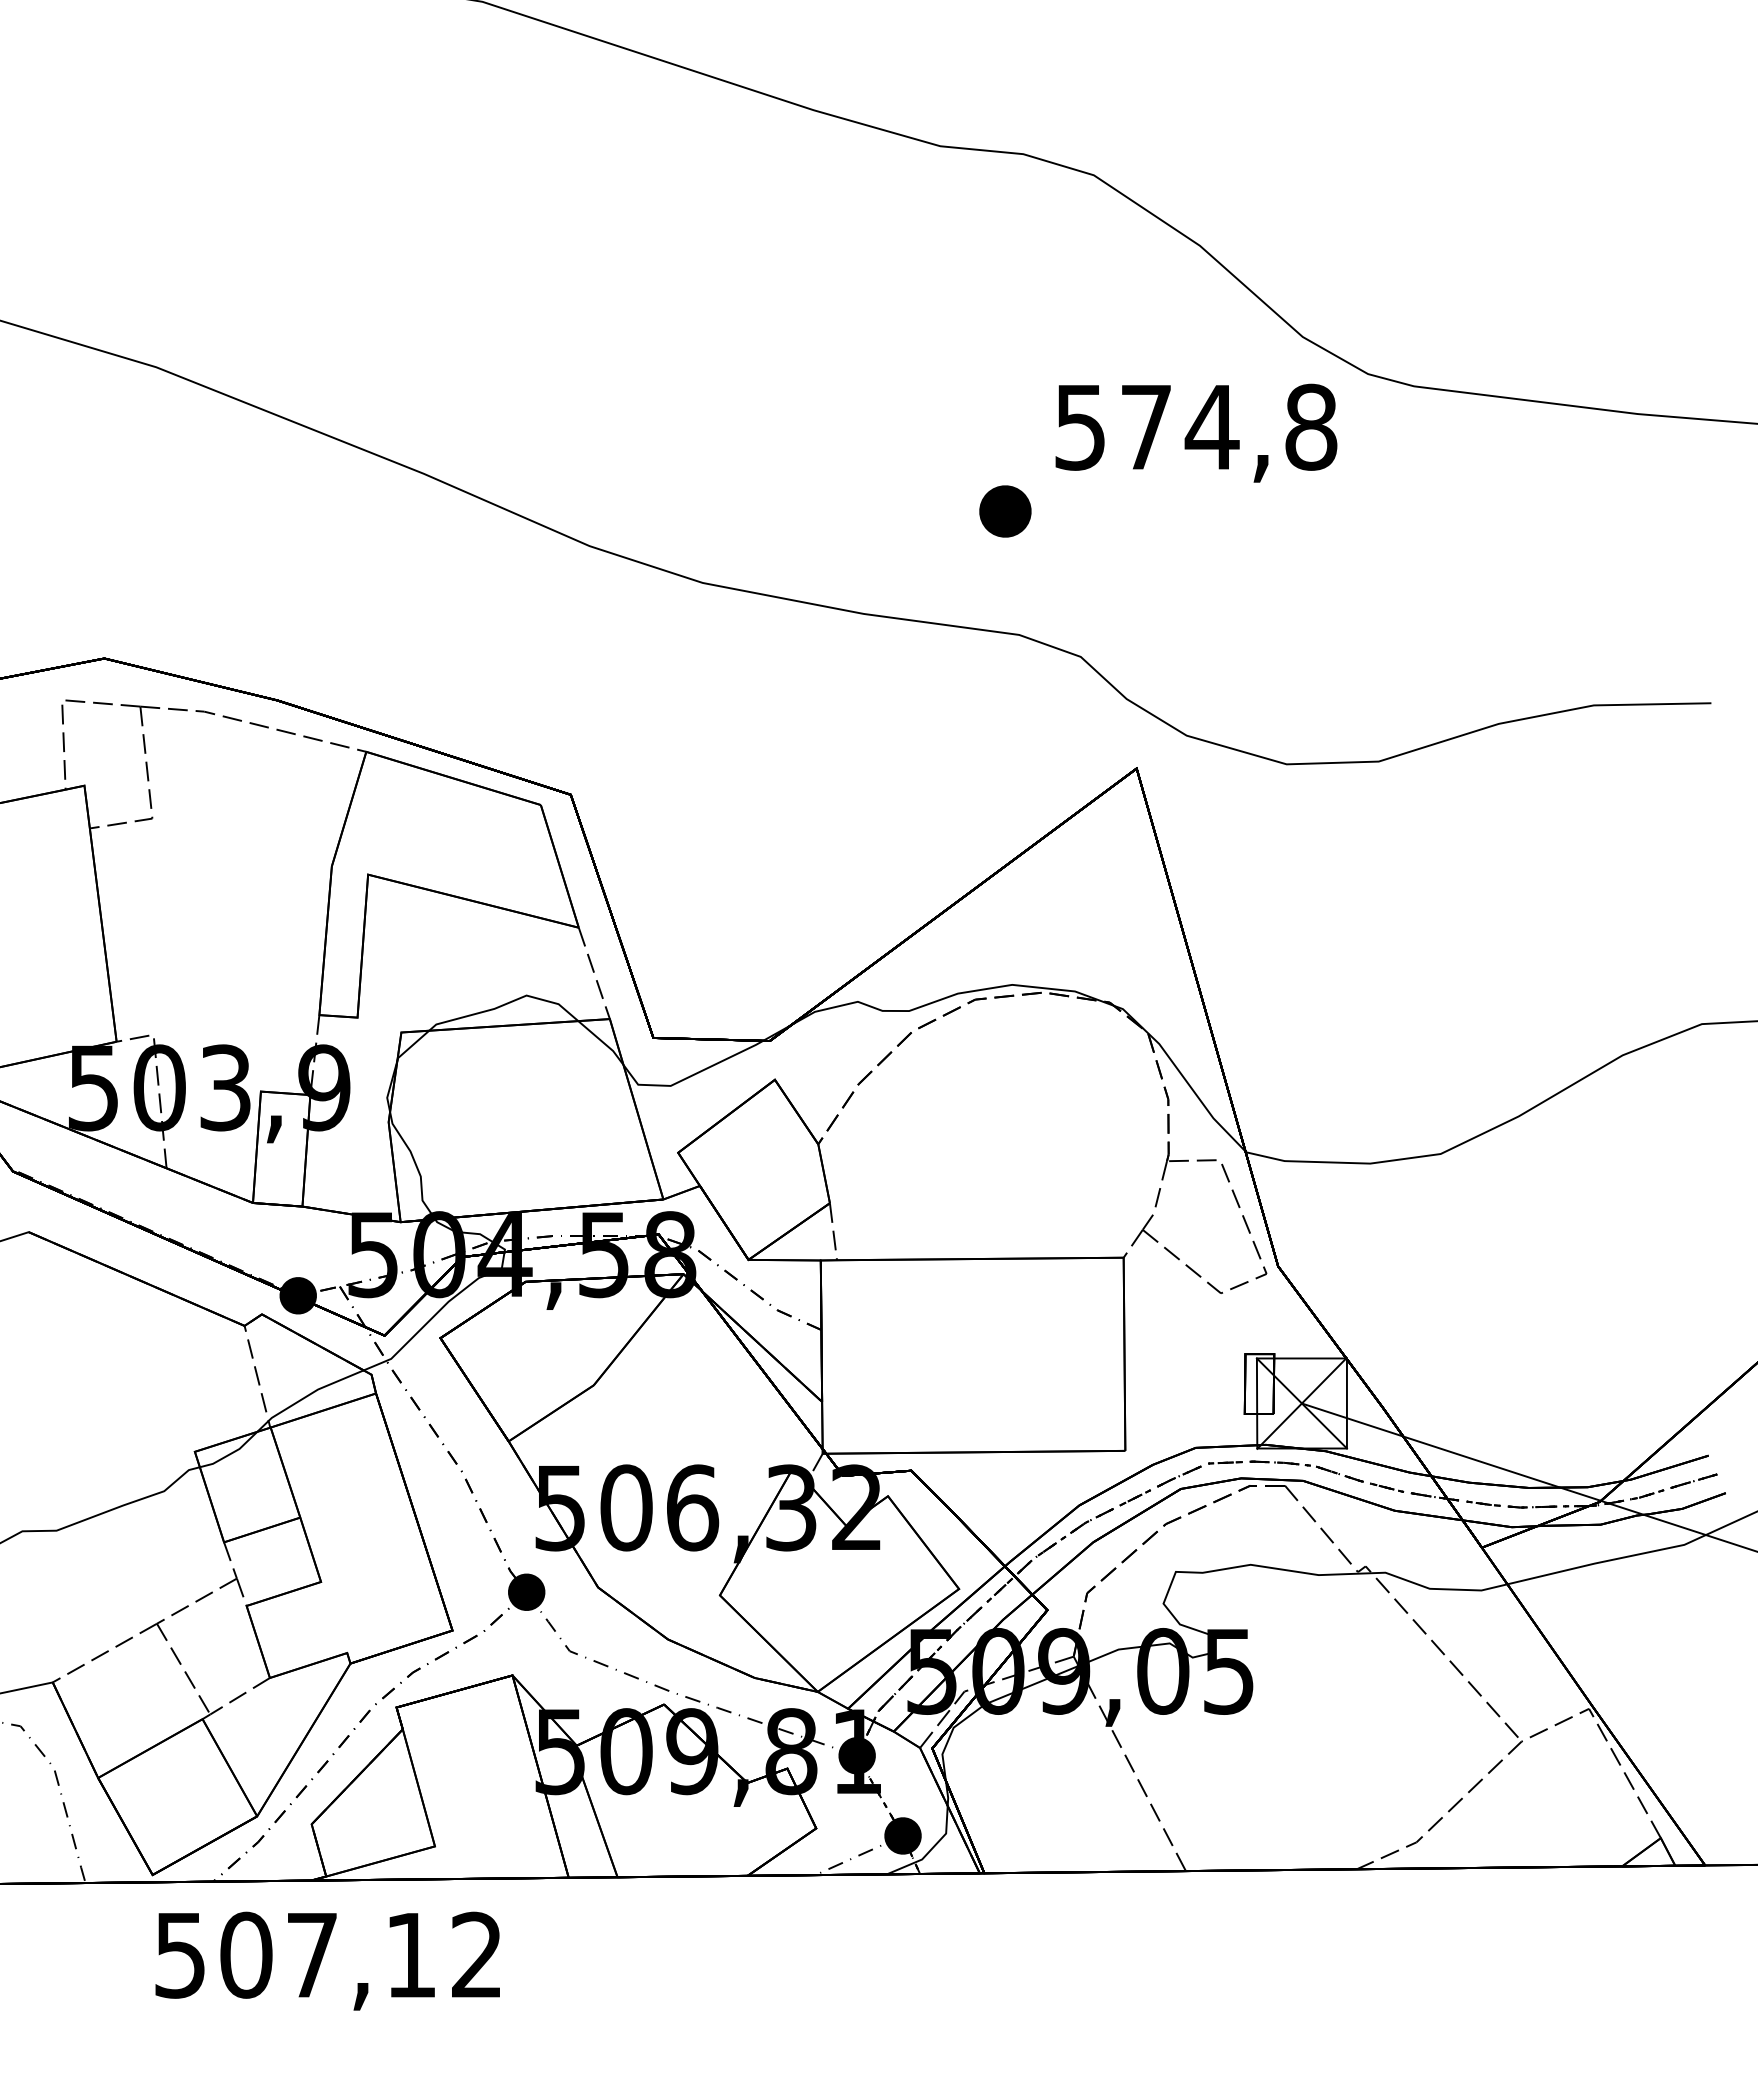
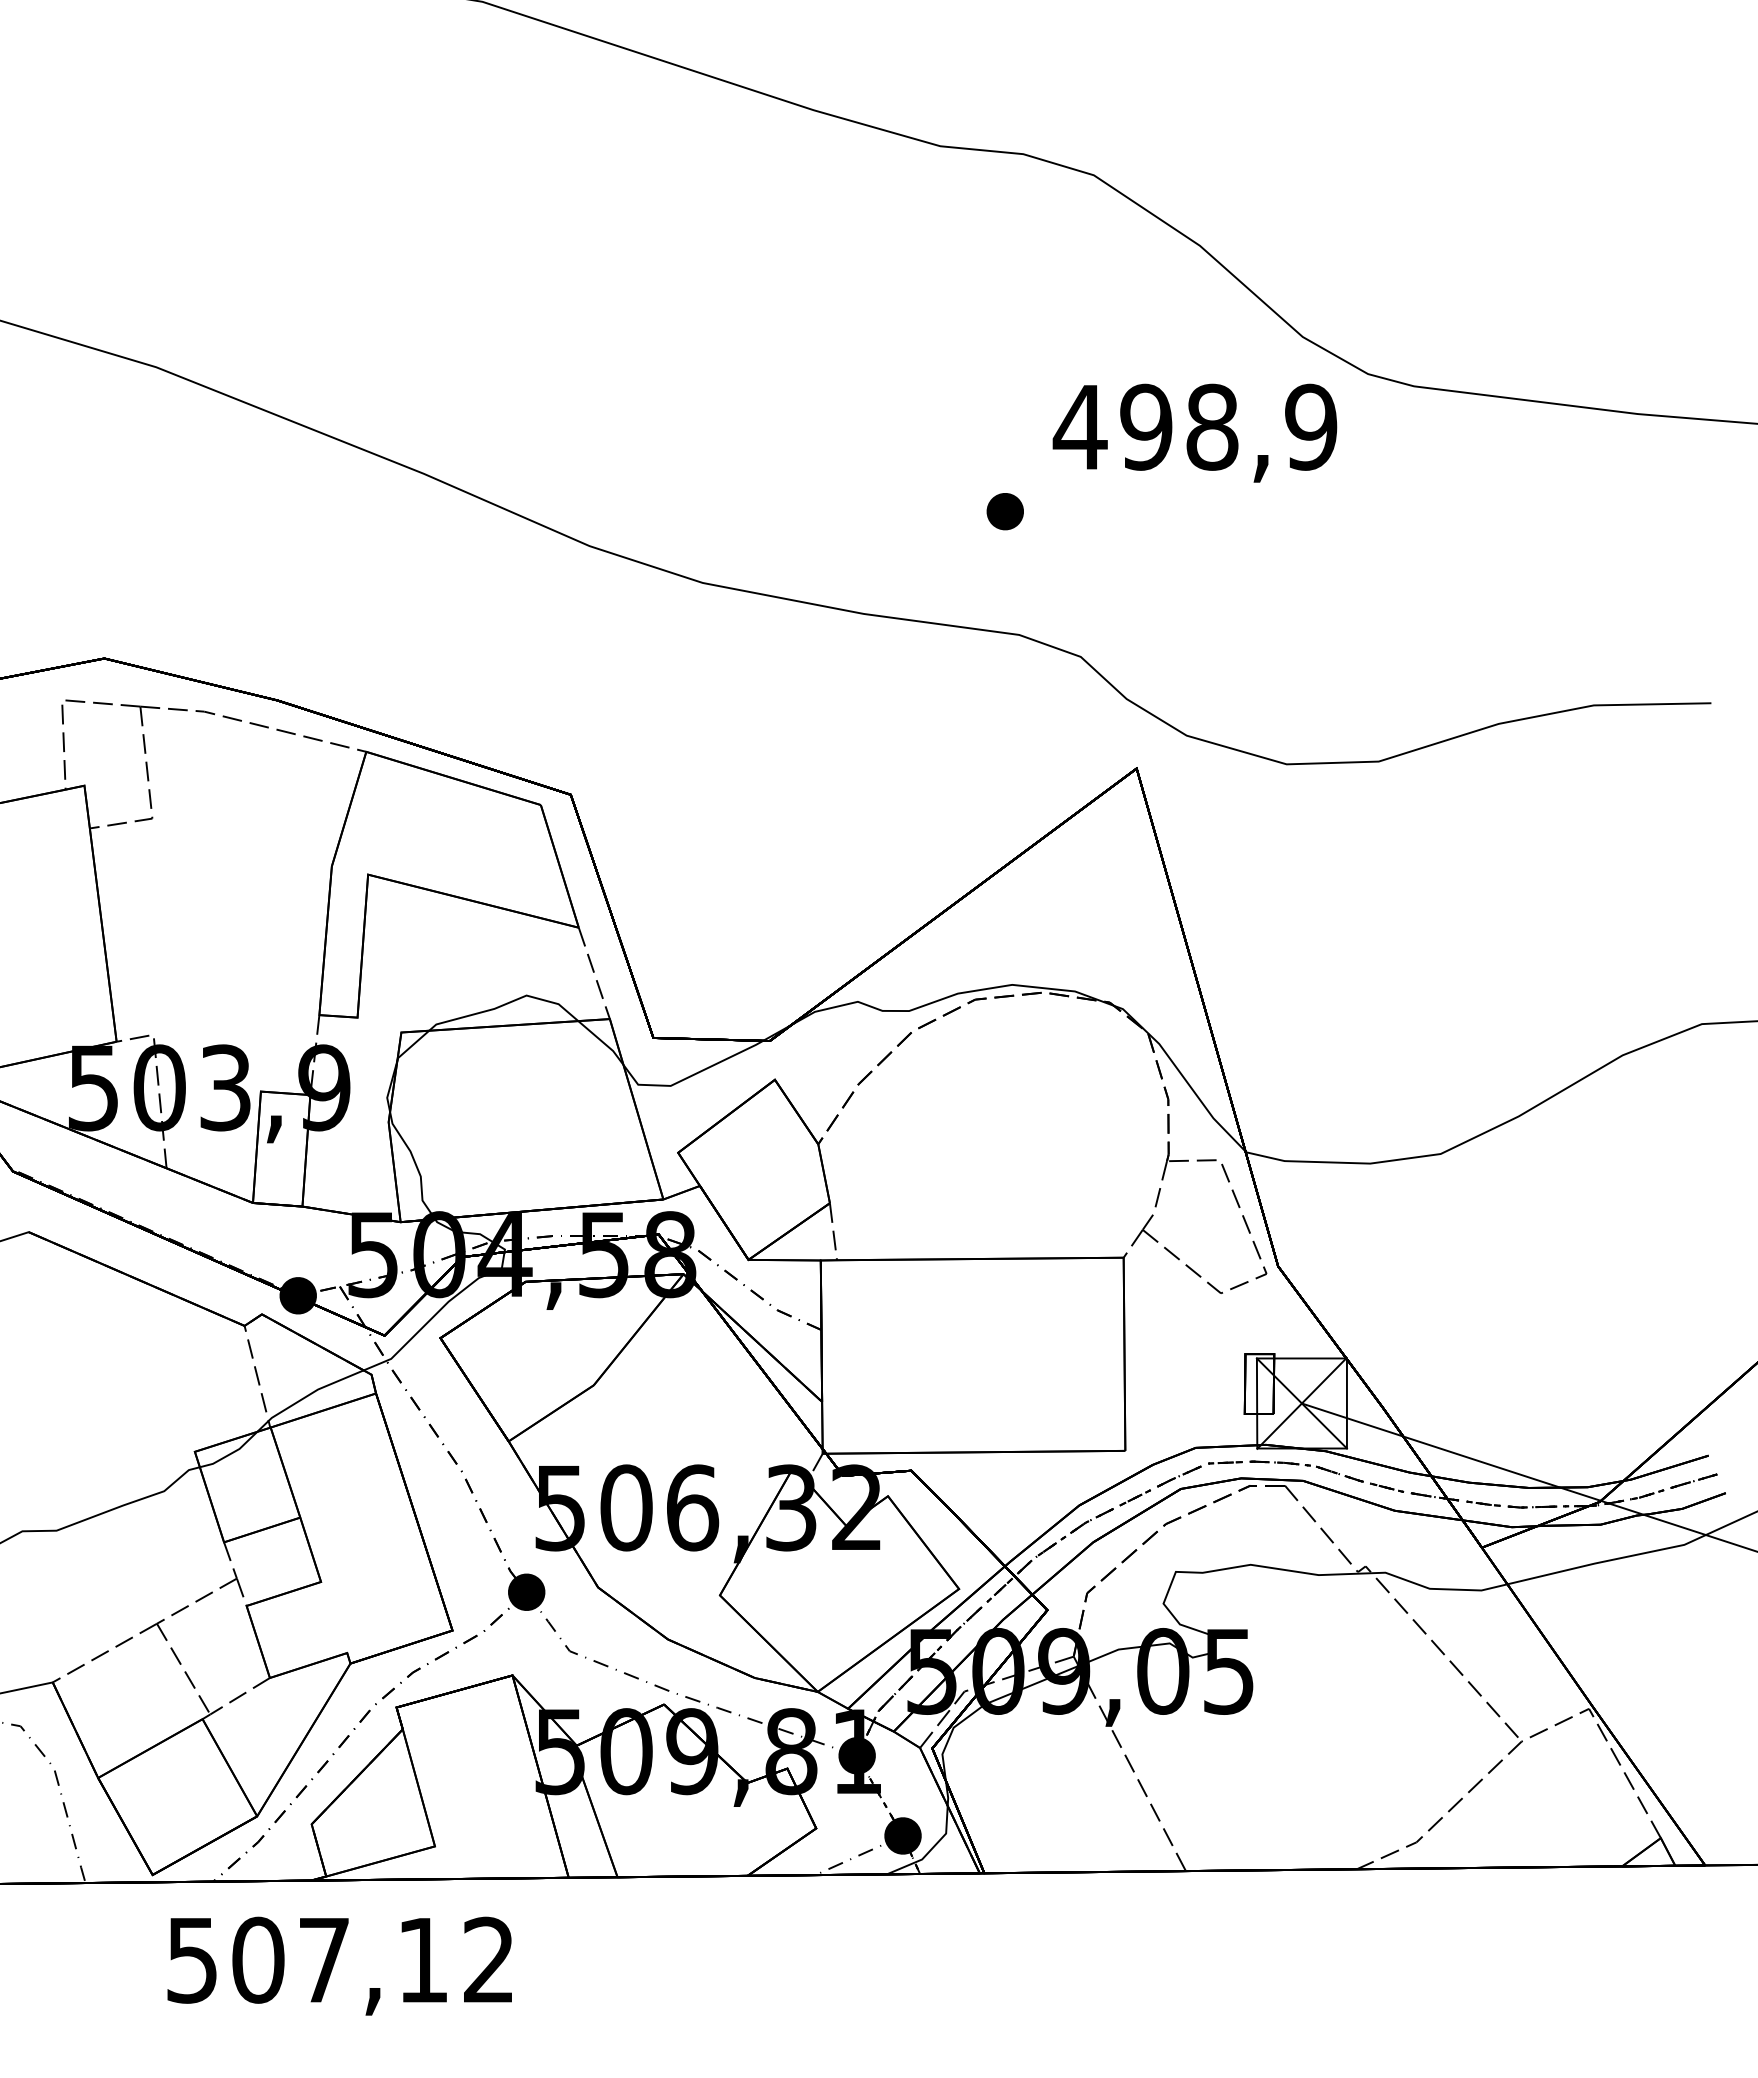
text at (1194, 426): 574,8 -> 498,9
part at (1005, 511) size: 53x53 px -> 38x38 px
text at (327, 1960) position: (327, 1960) -> (339, 1965)
